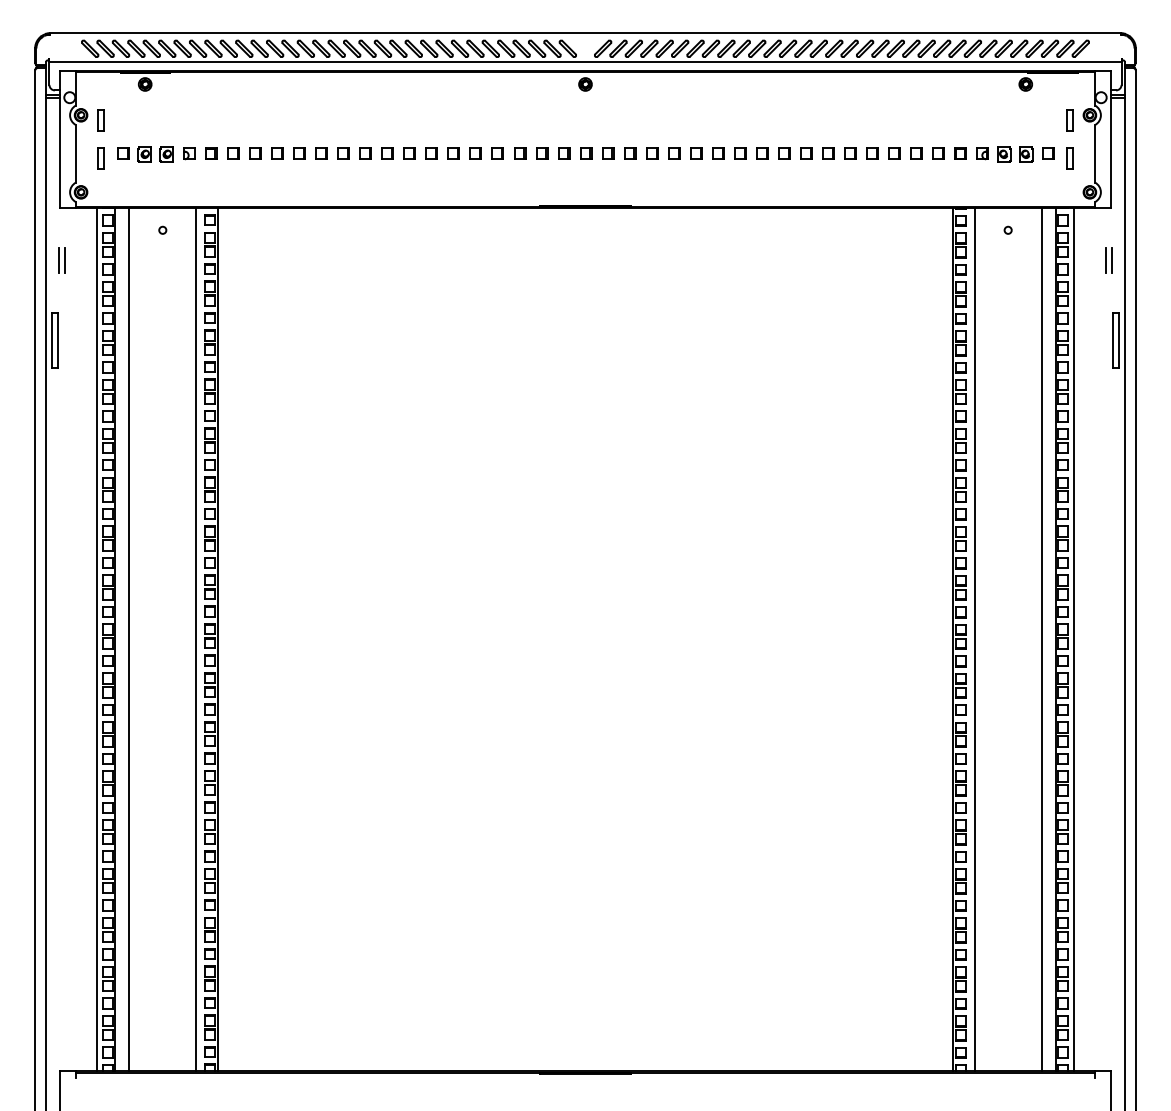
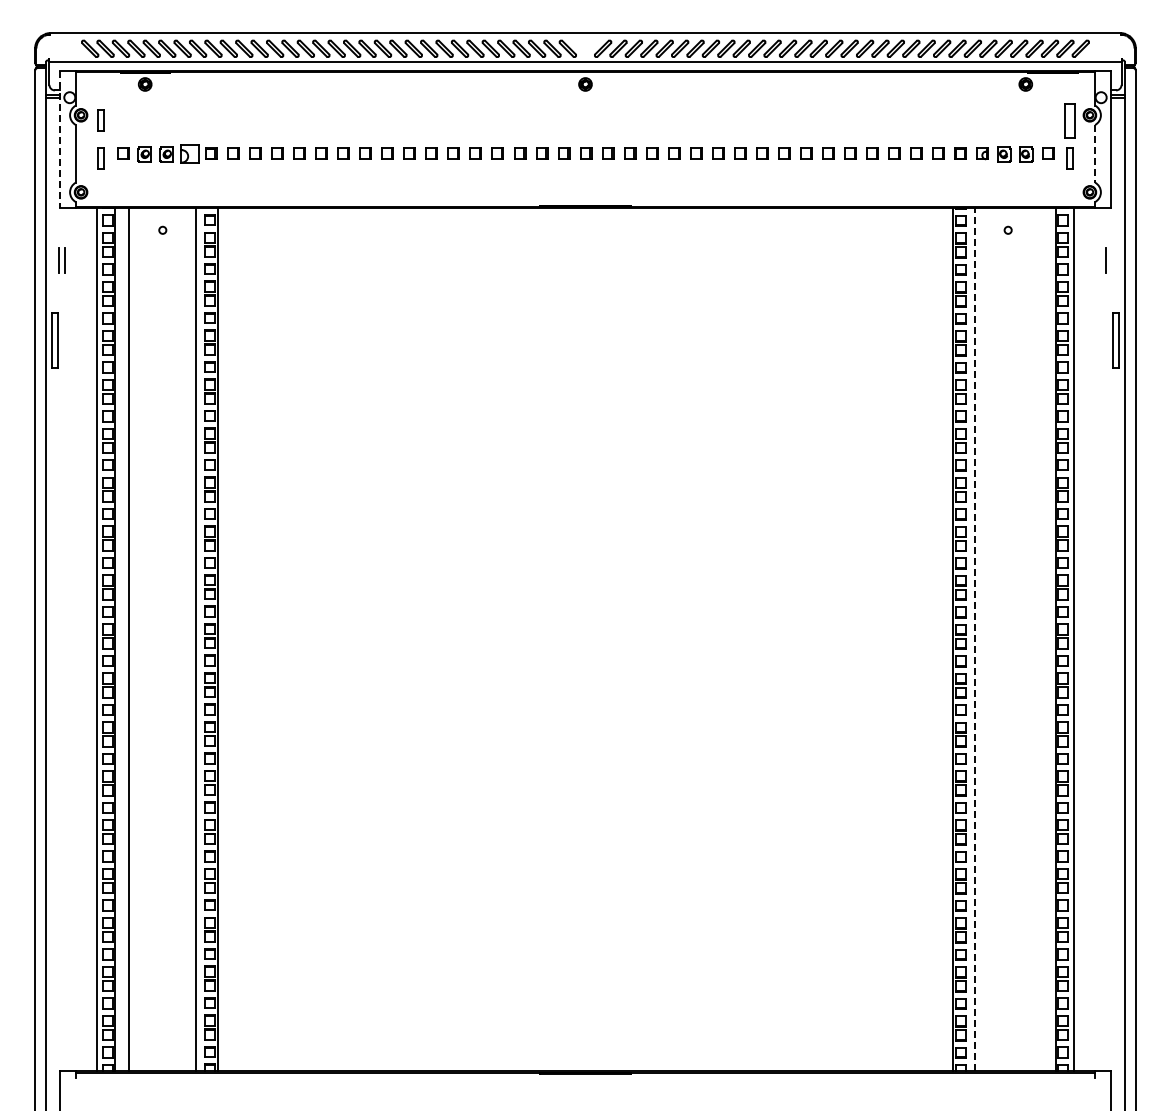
part at (1069, 120) size: 8x23 px -> 12x36 px
line at (59, 139): solid -> dashed
part at (189, 153) size: 13x14 px -> 20x20 px
line at (1095, 153): solid -> dashed
line at (1112, 260): present -> none
line at (974, 639): solid -> dashed
line at (1041, 639): present -> none
